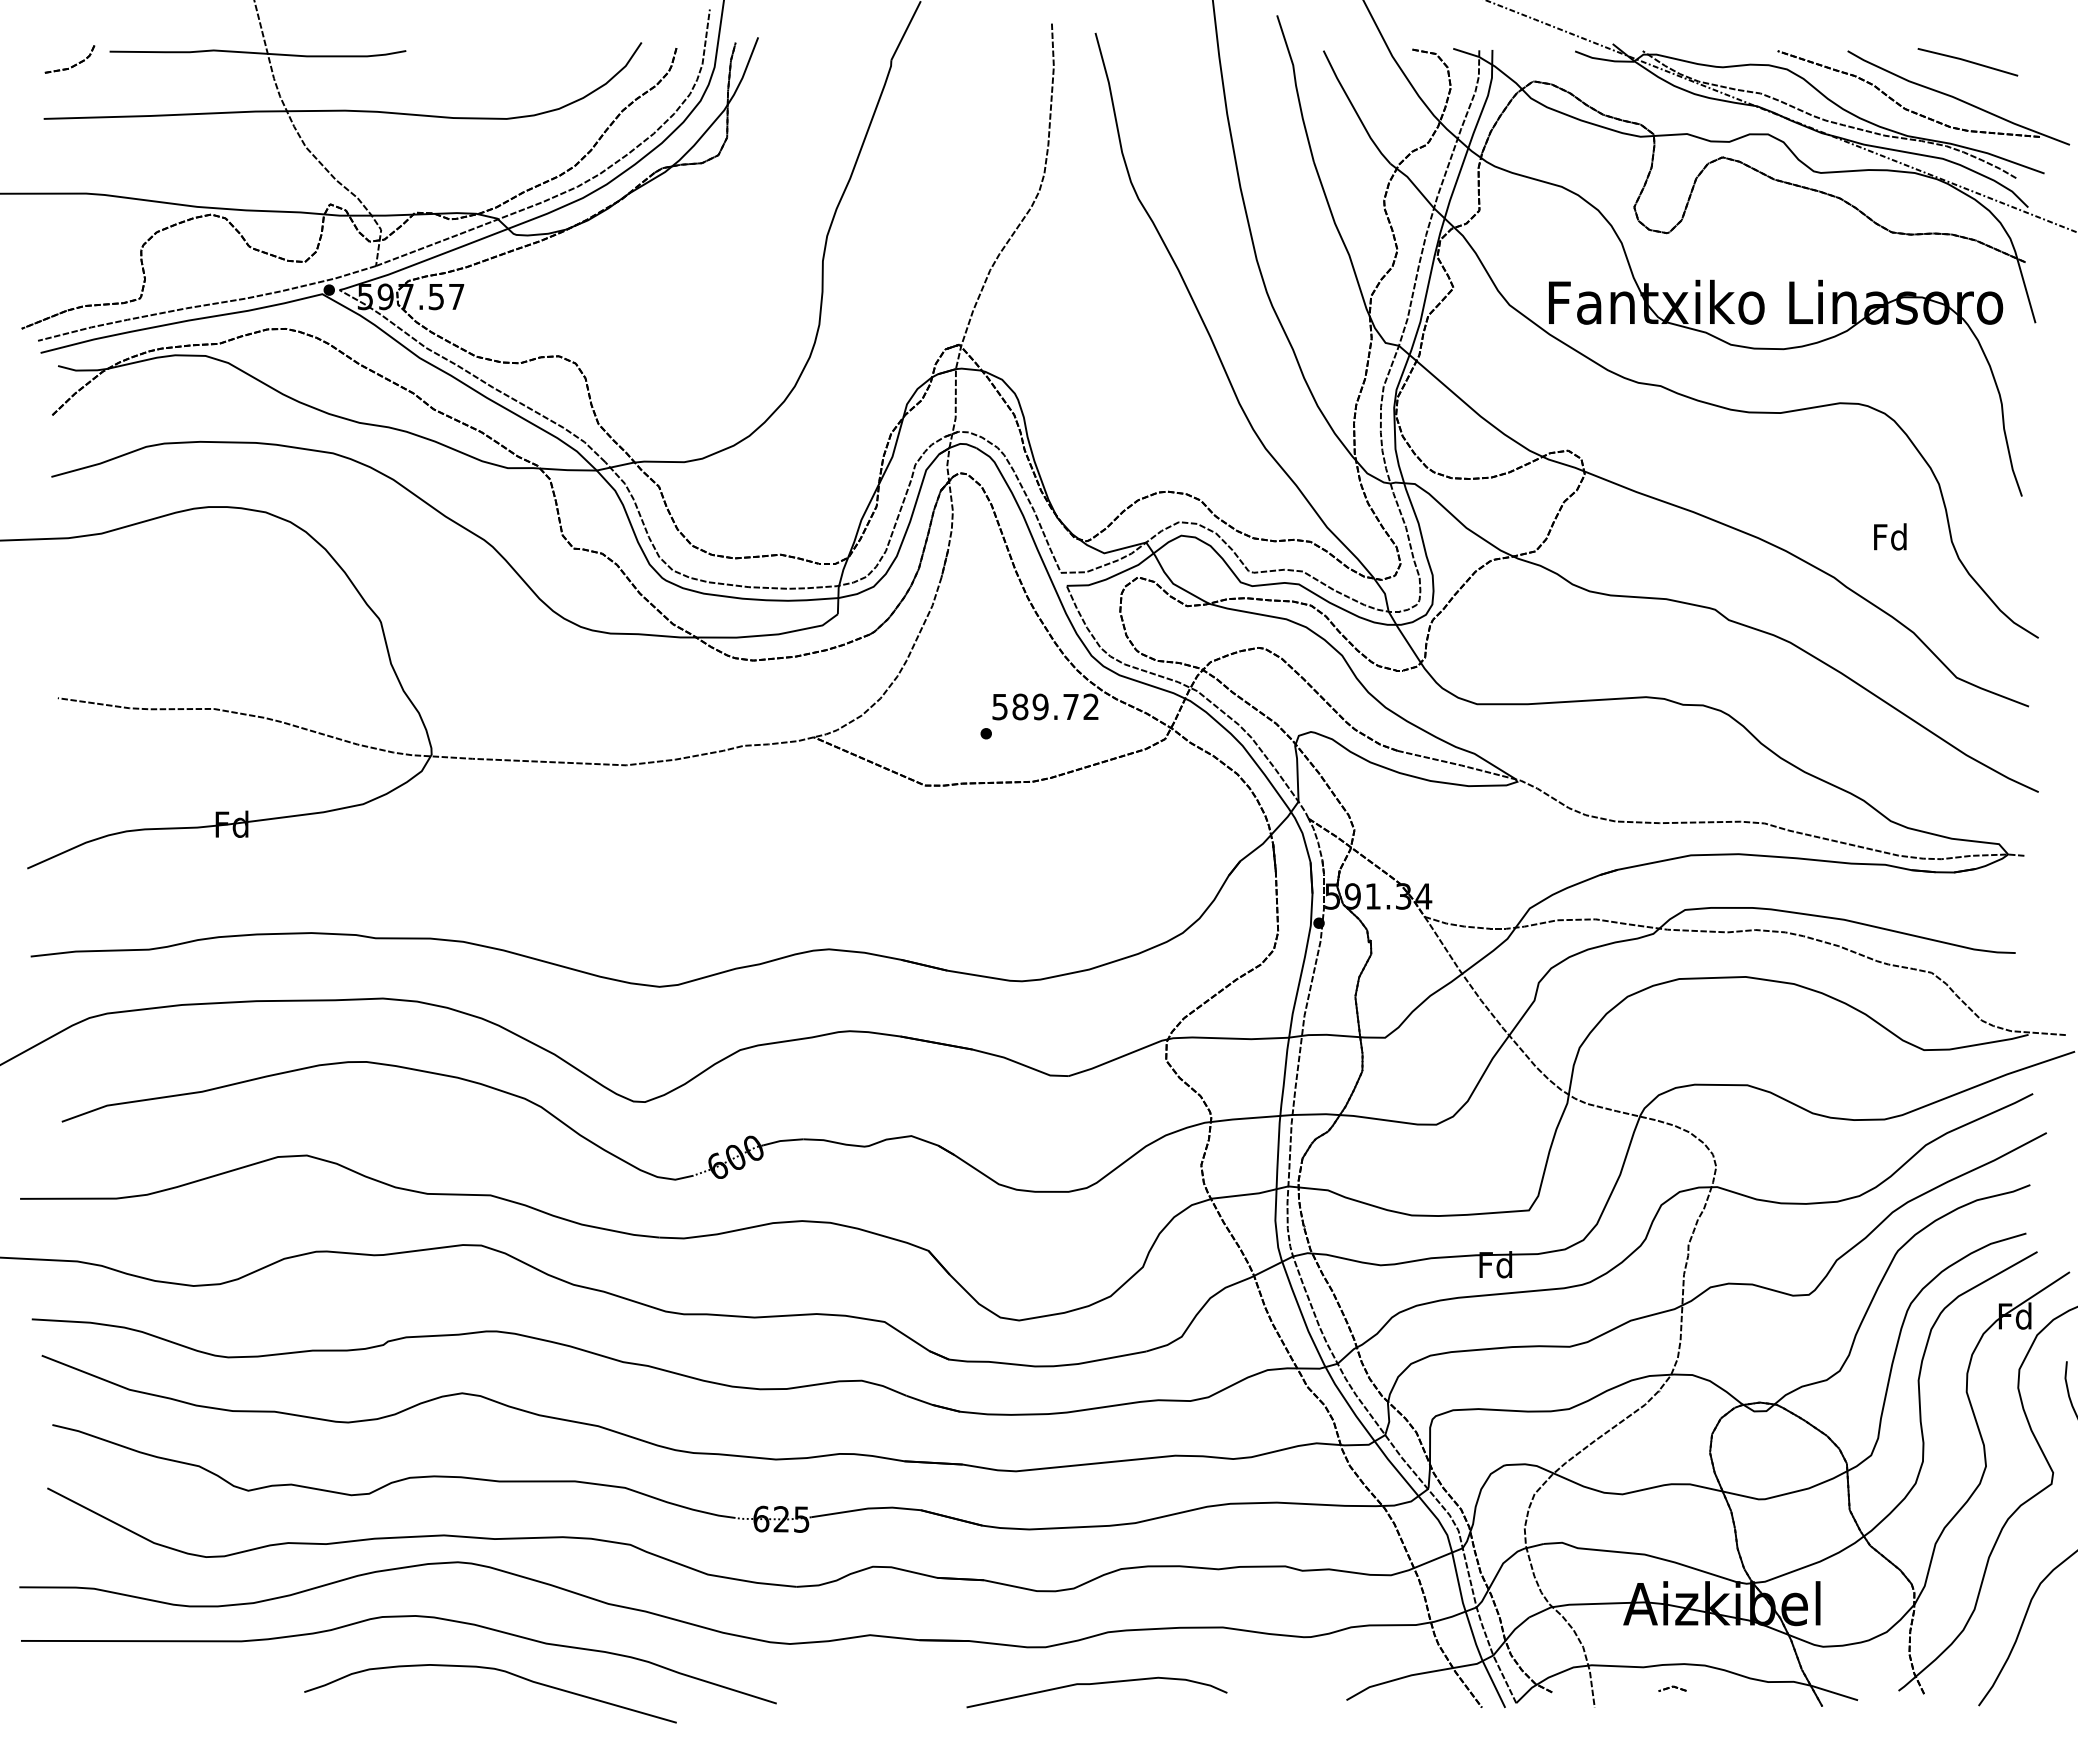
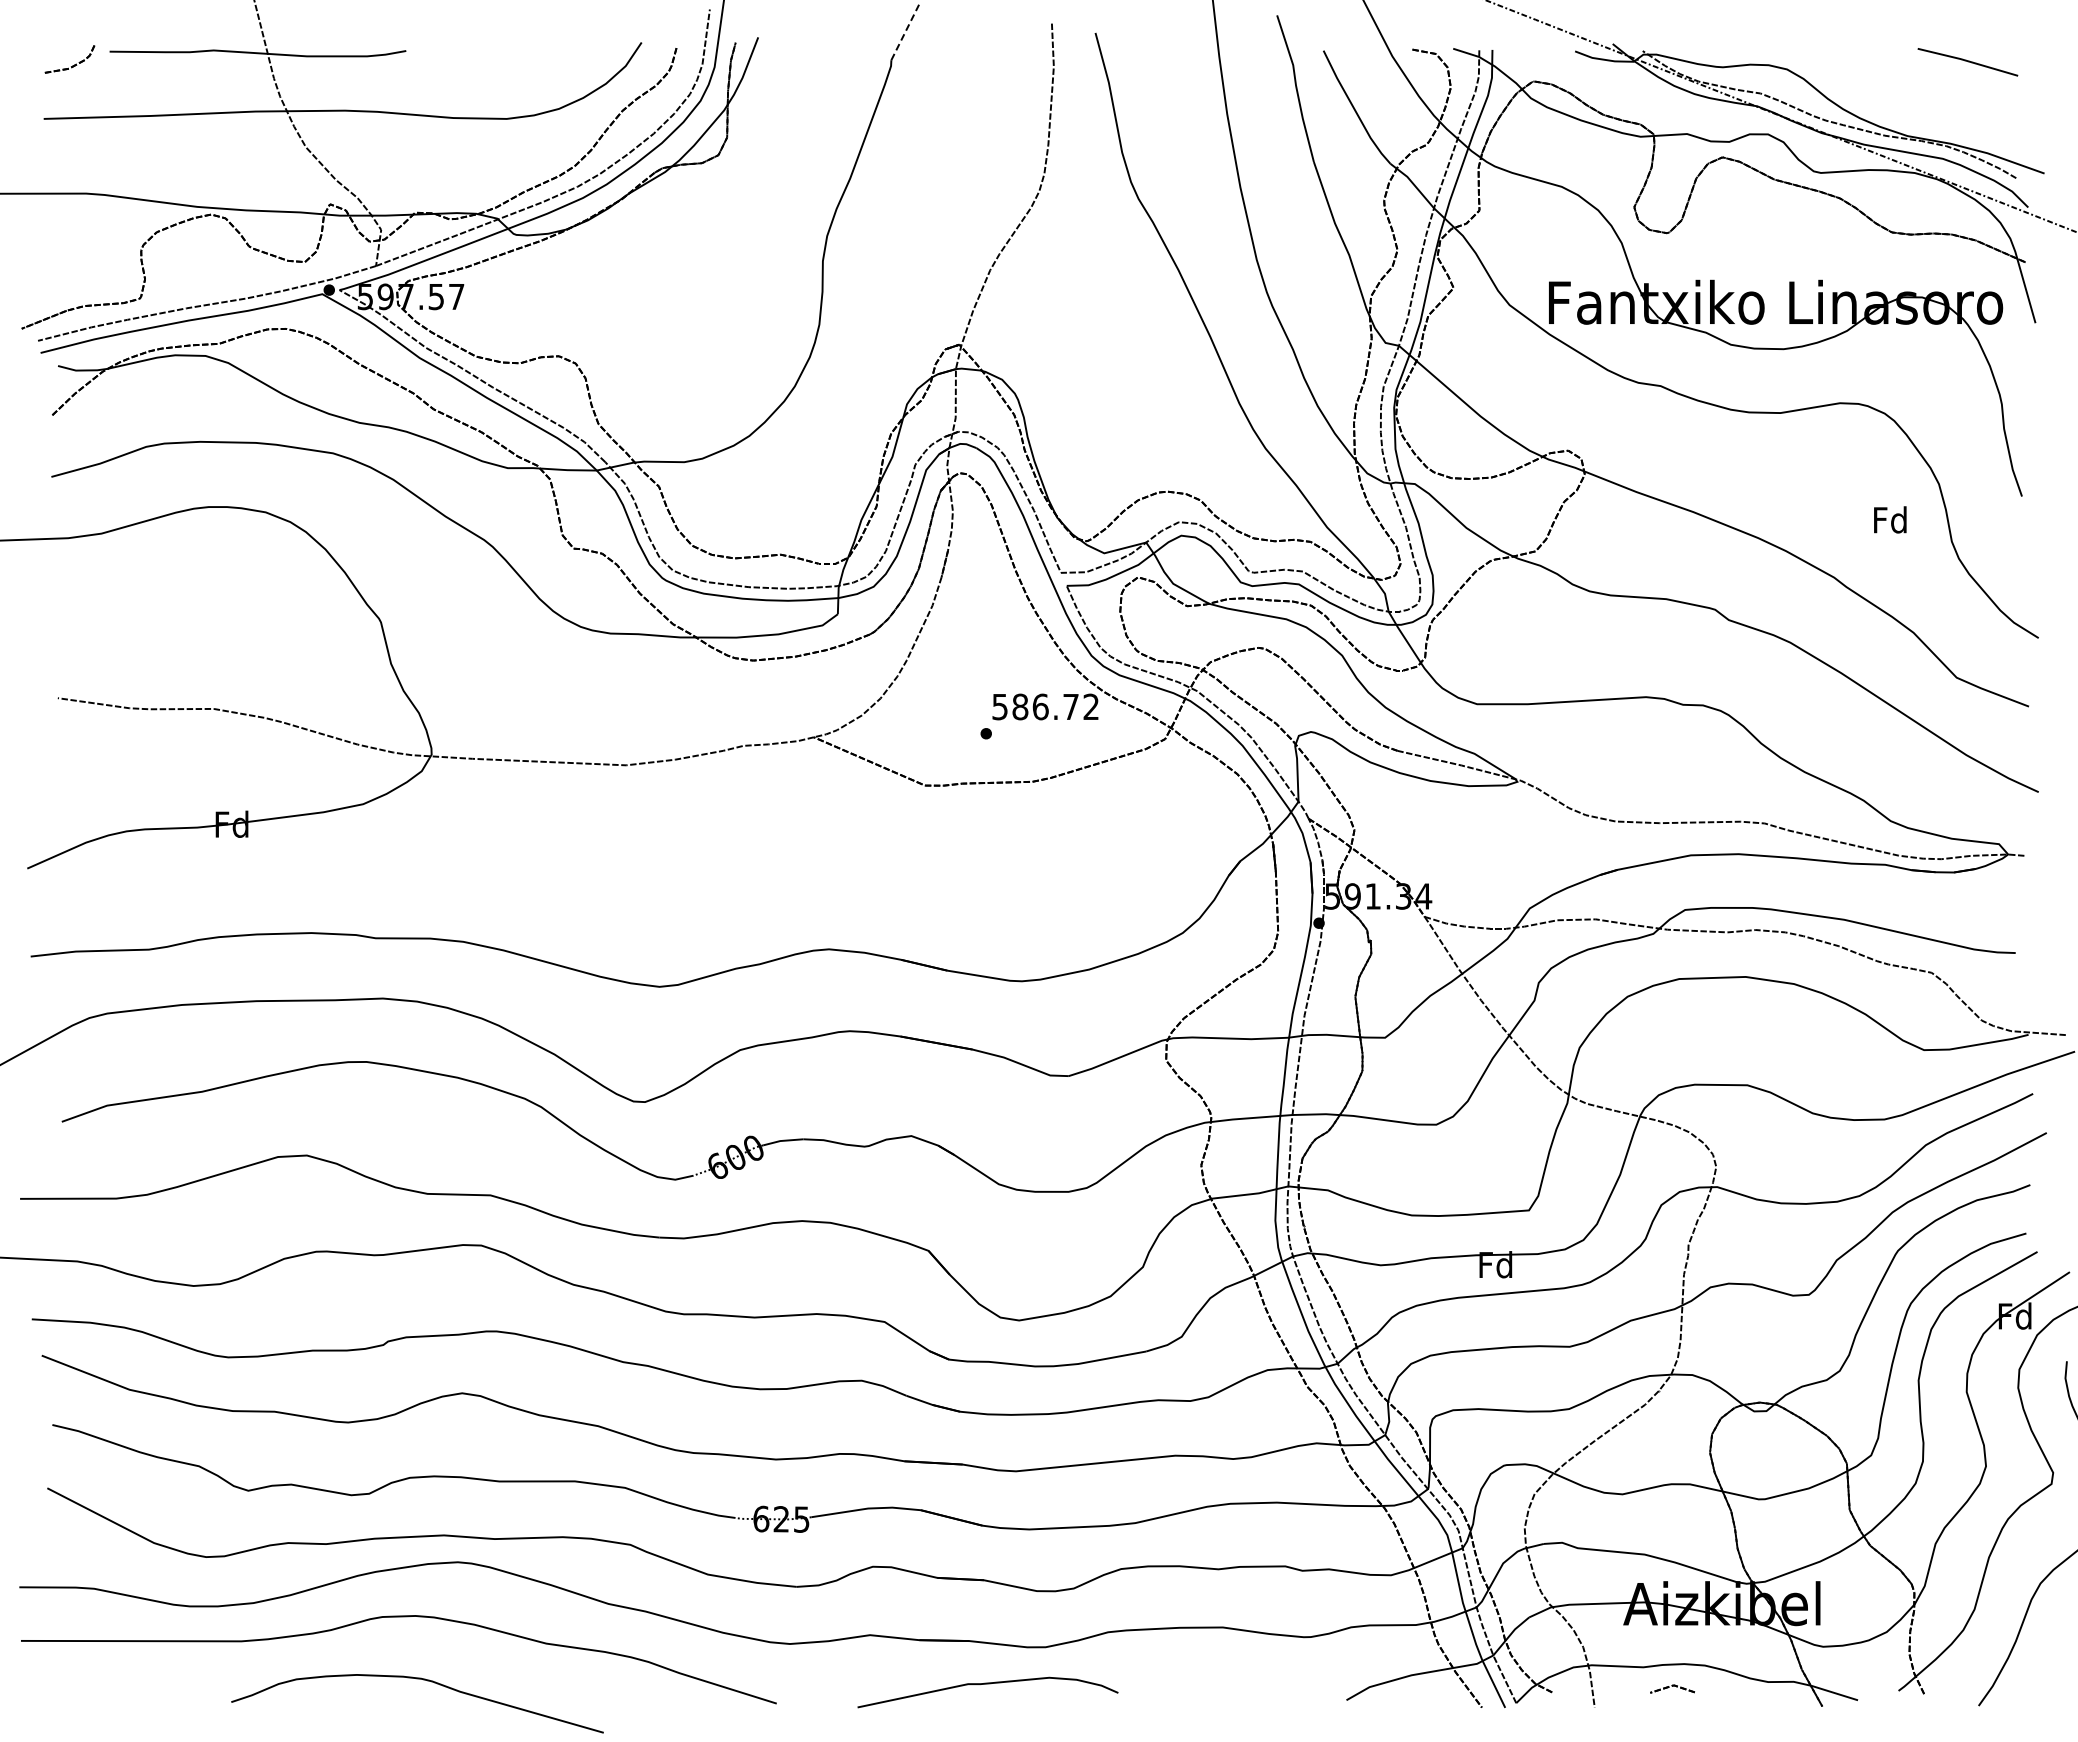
line at (906, 30): solid -> dashed
part at (1925, 88): present -> none
text at (1890, 536) position: (1890, 536) -> (1890, 519)
text at (1040, 706): 589.72 -> 586.72
curve at (496, 1670) position: (496, 1670) -> (423, 1680)
curve at (1096, 1684) position: (1096, 1684) -> (987, 1684)
part at (1672, 1688) size: 29x7 px -> 46x10 px
